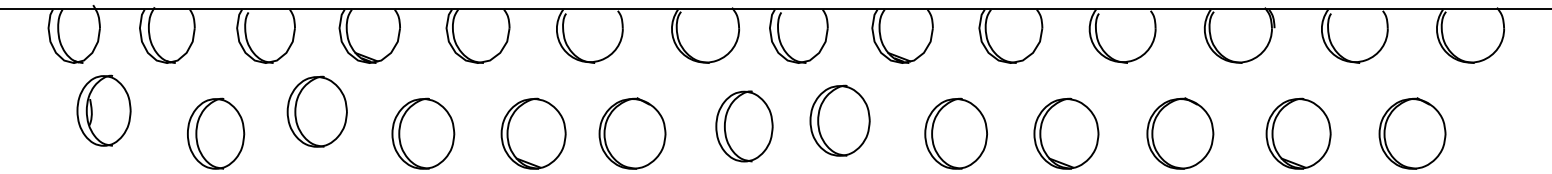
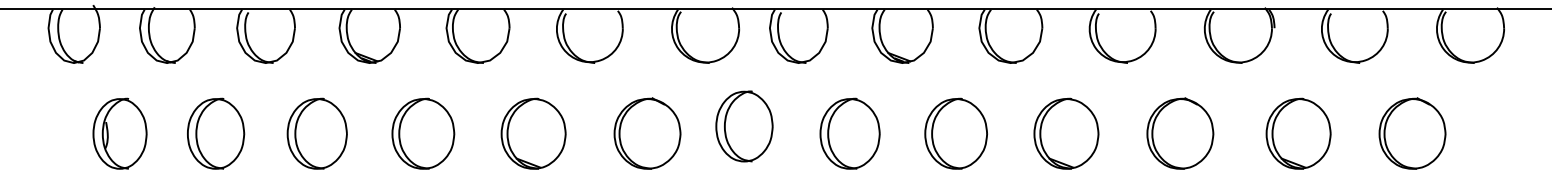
part at (103, 110) position: (103, 110) -> (119, 133)
part at (316, 111) position: (316, 111) -> (316, 133)
part at (839, 120) position: (839, 120) -> (849, 133)
part at (632, 133) position: (632, 133) -> (647, 133)
